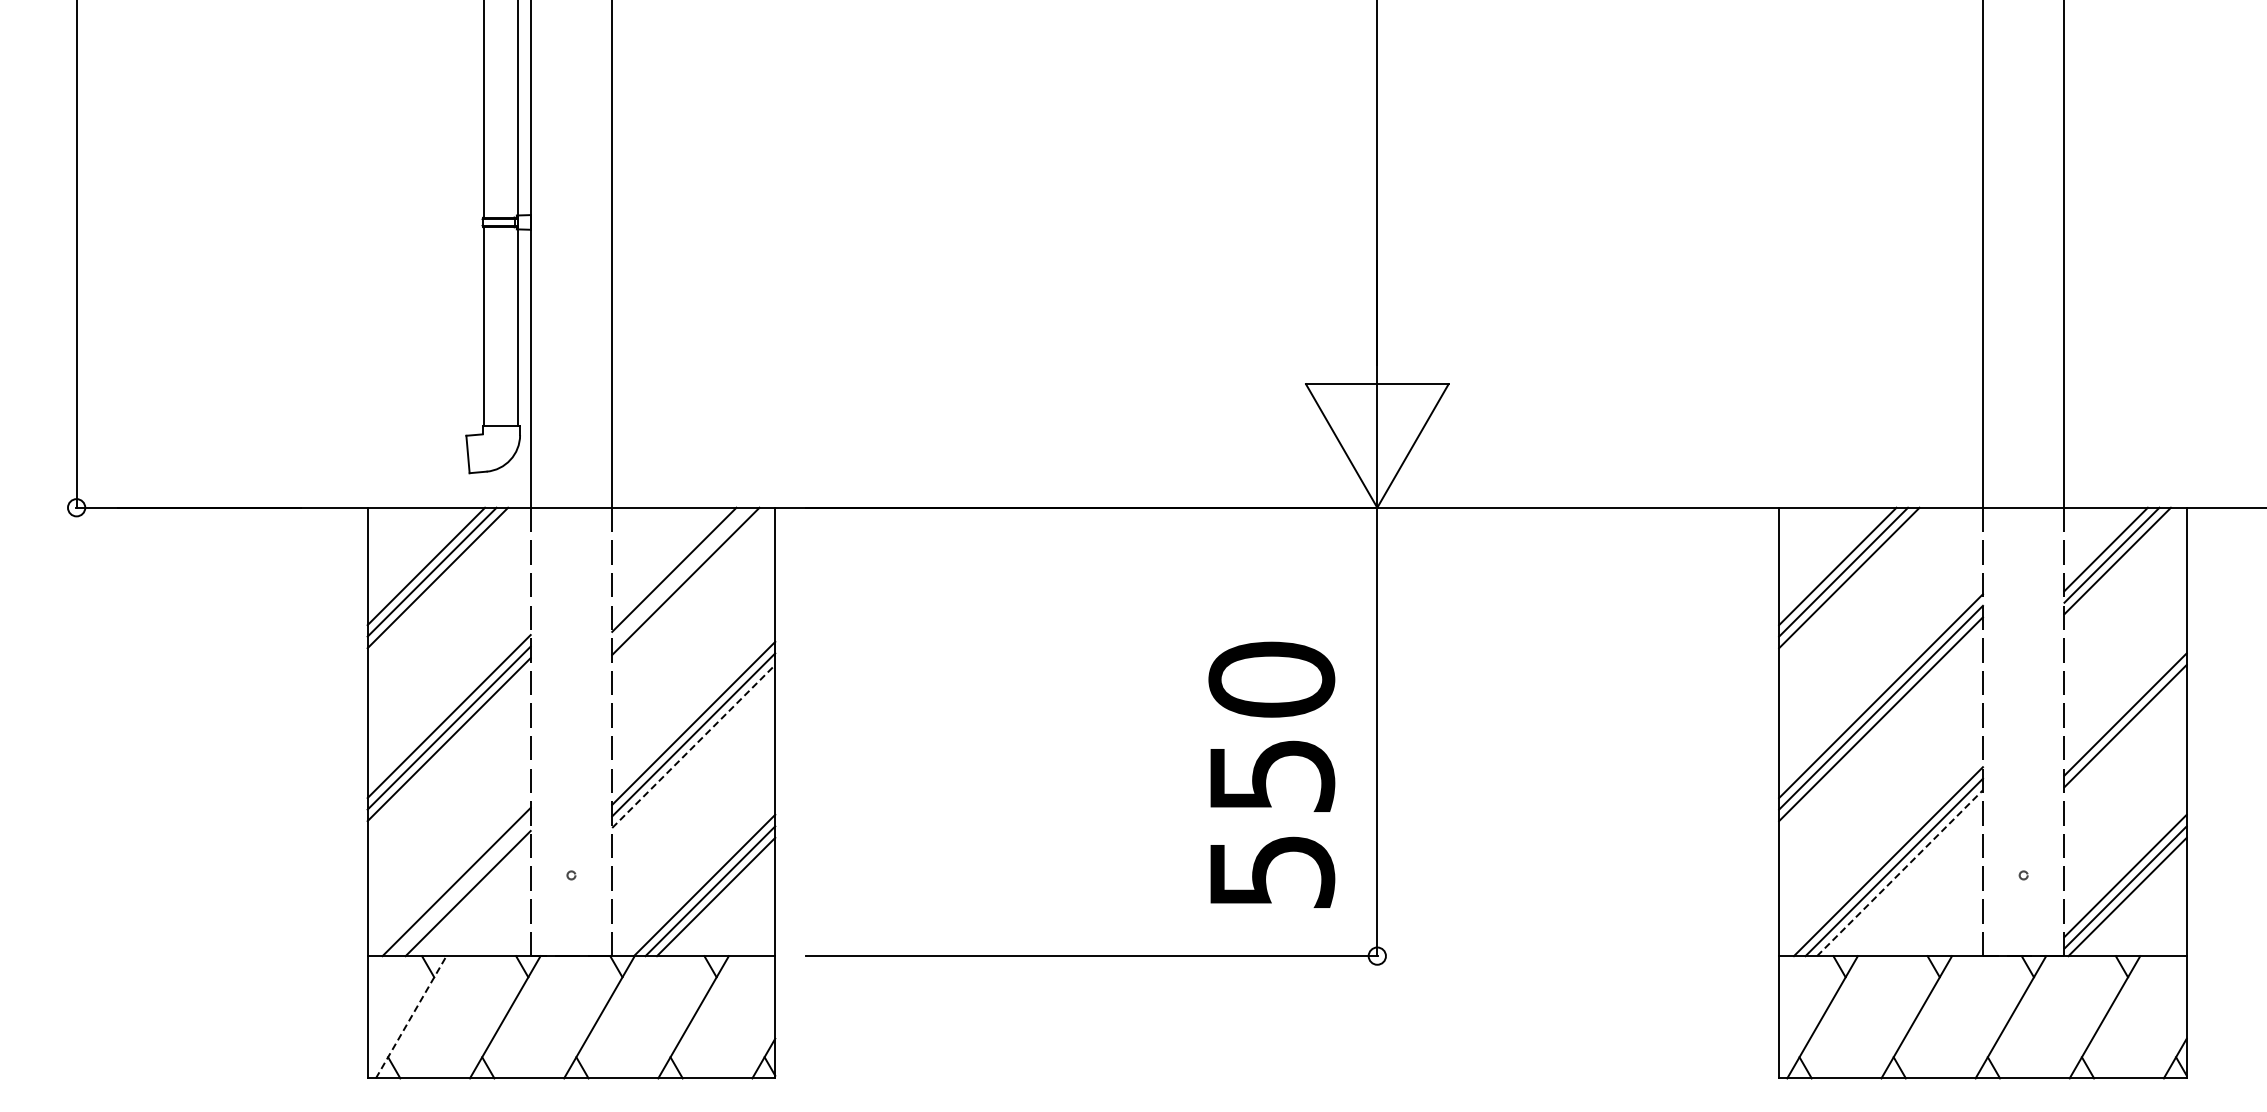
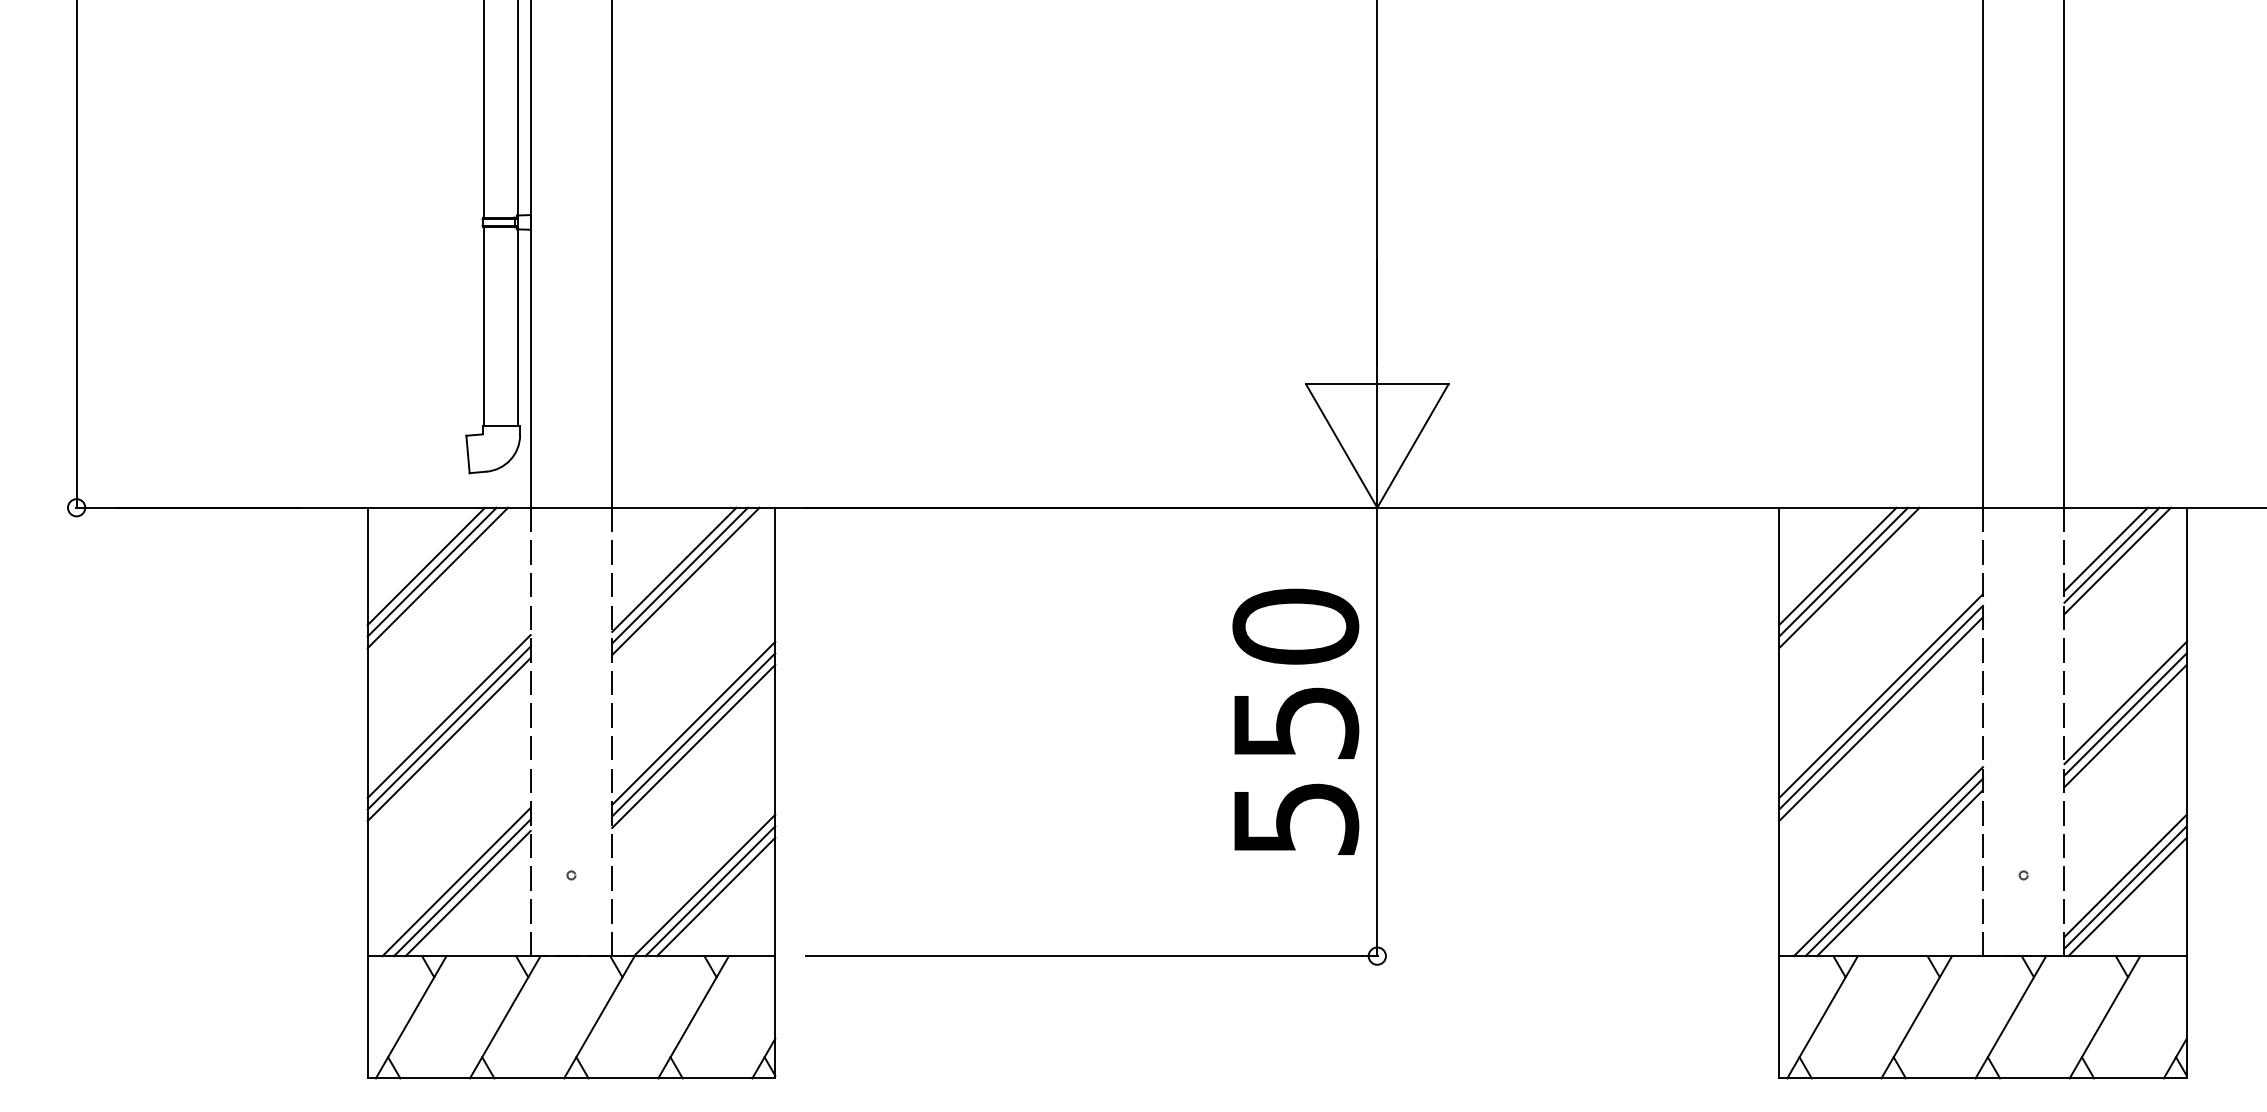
line at (679, 575): none -> present
line at (2125, 702): none -> present
line at (694, 746): dashed -> solid
text at (1271, 774) position: (1271, 774) -> (1295, 721)
line at (1900, 872): dashed -> solid
line at (462, 887): none -> present
line at (411, 1017): dashed -> solid
